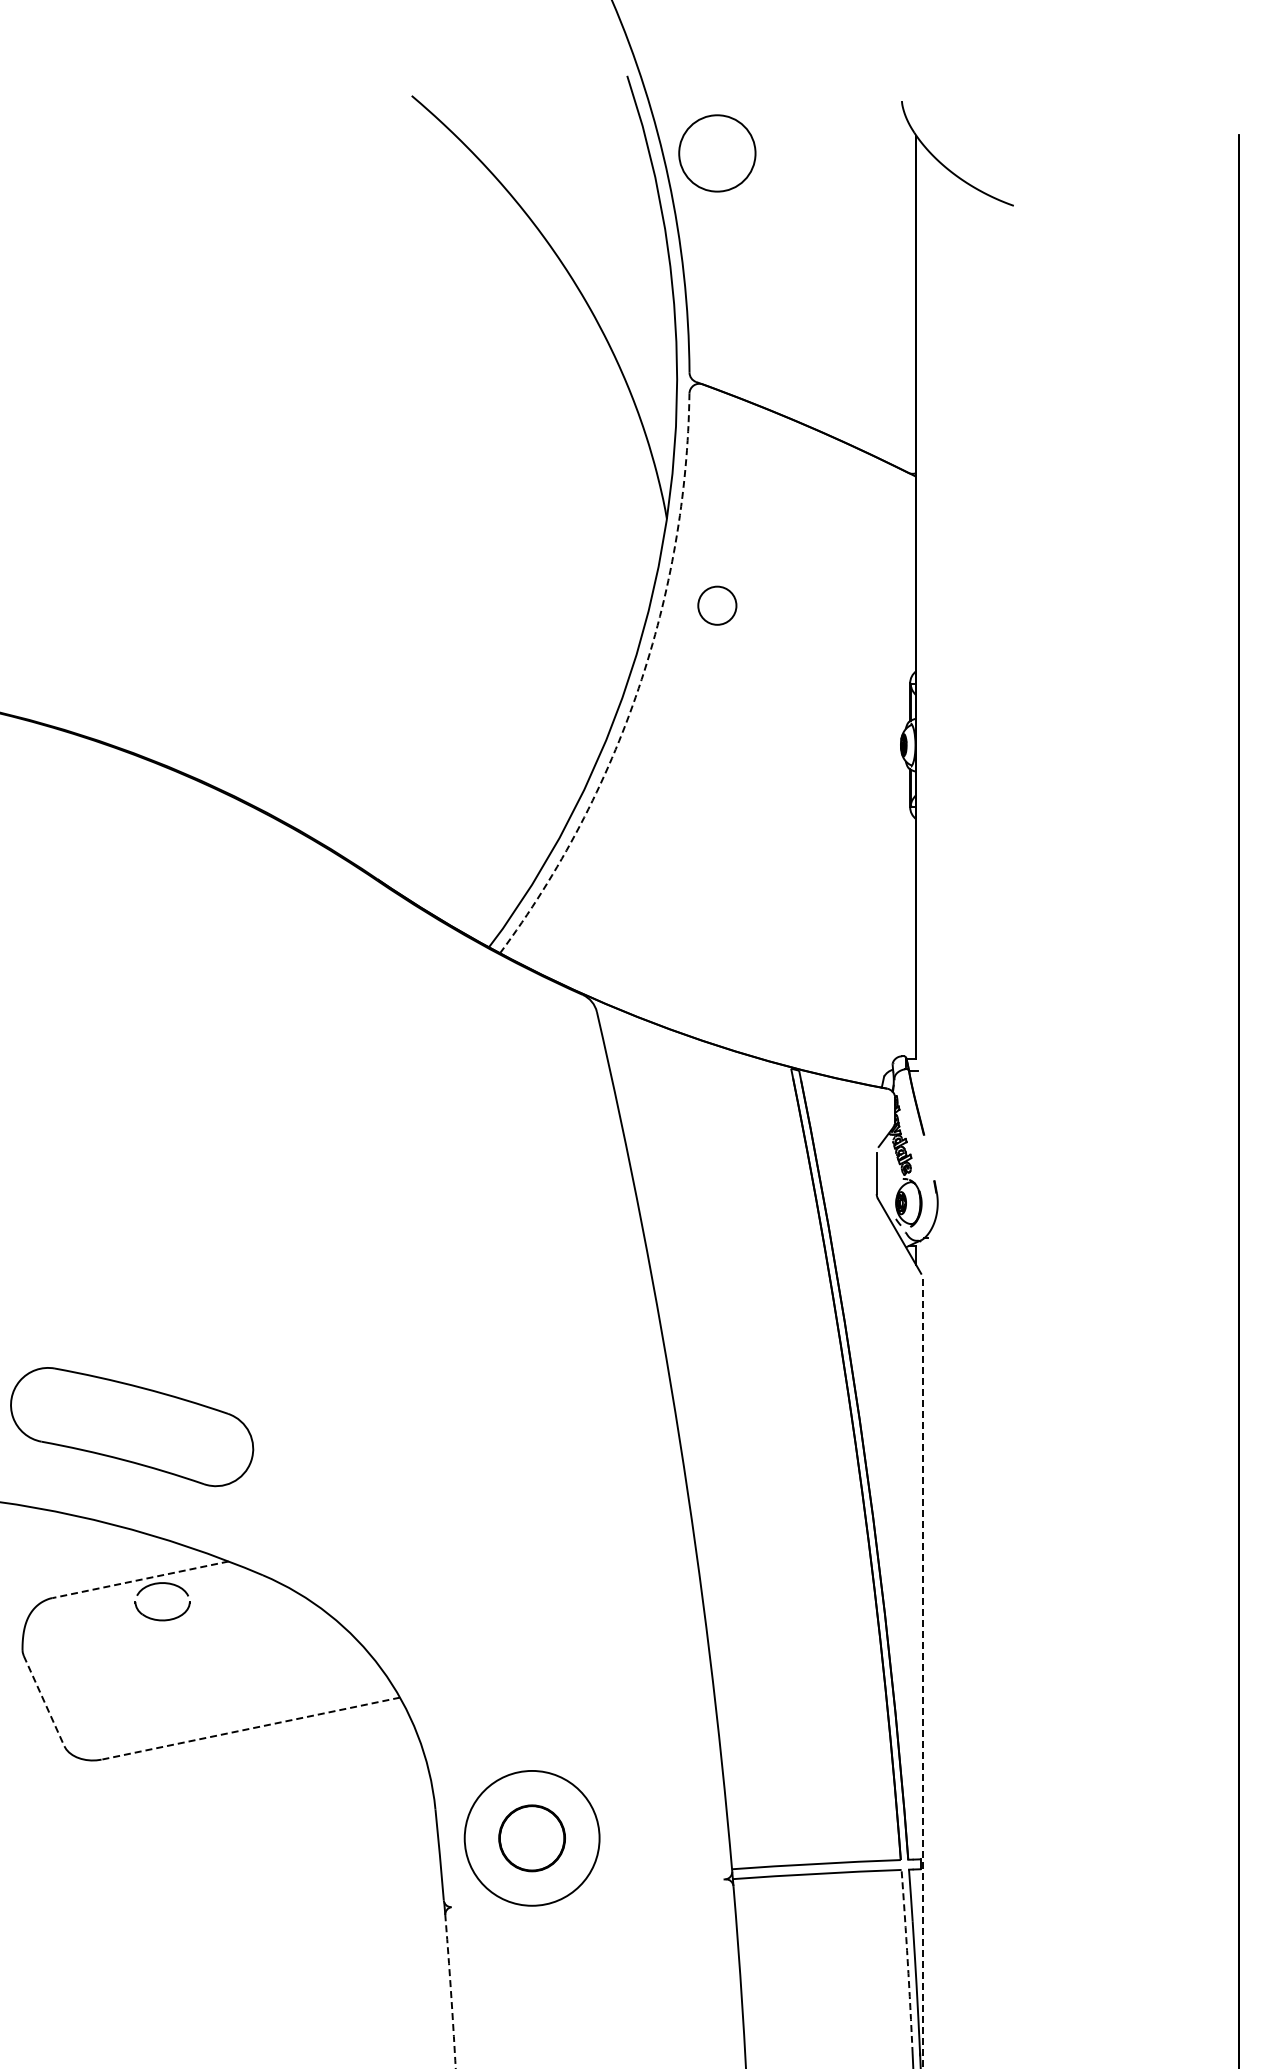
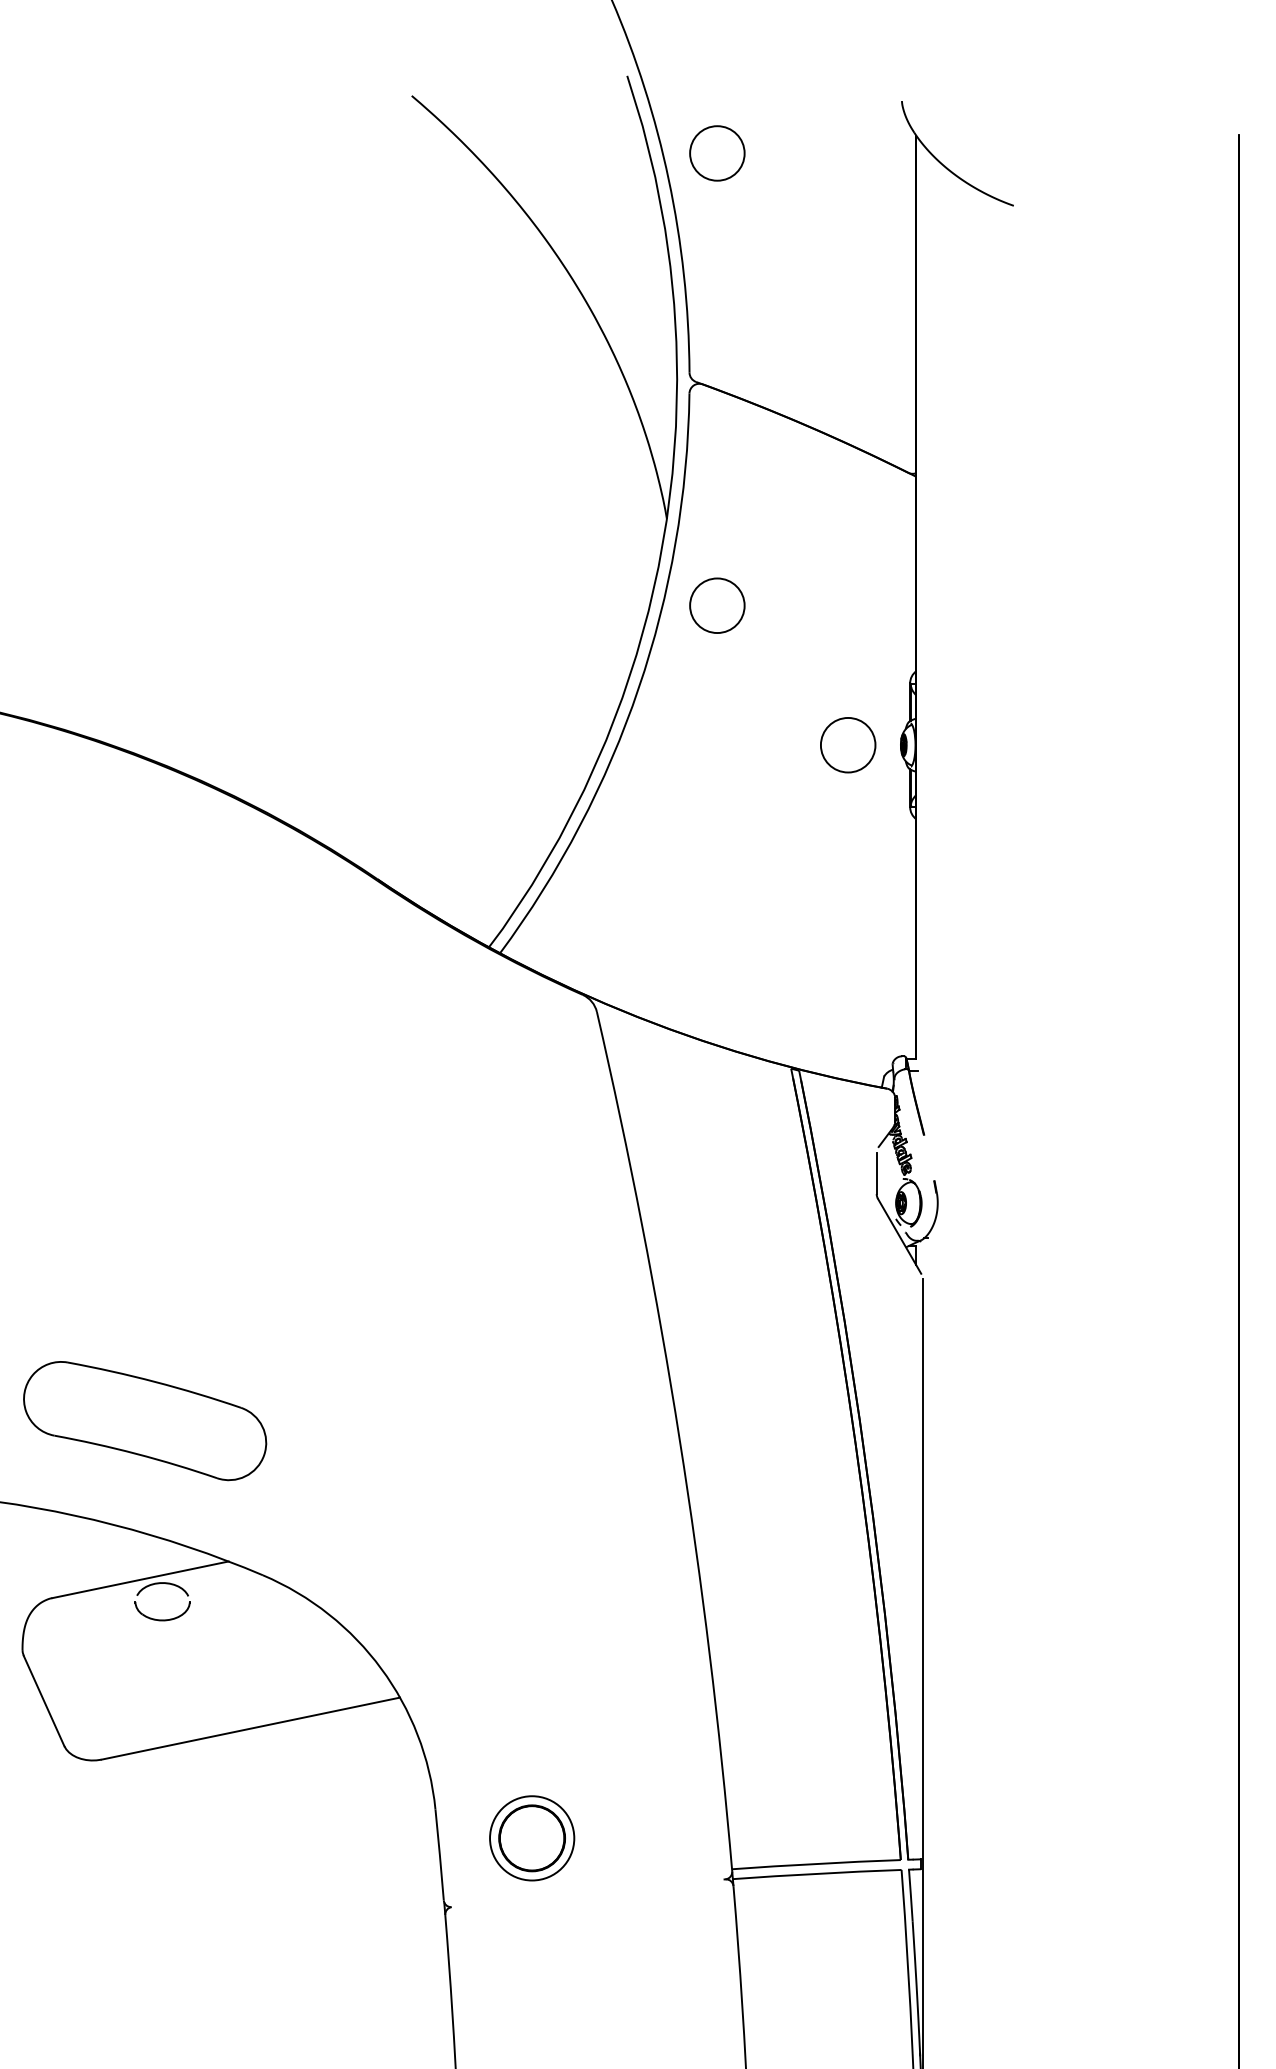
circle at (717, 153) diameter: 76 px -> 55 px
circle at (717, 605) diameter: 38 px -> 55 px
arc at (638, 688): dashed -> solid
circle at (848, 745): none -> present
part at (132, 1427) position: (132, 1427) -> (145, 1421)
line at (140, 1579): dashed -> solid
line at (922, 1673): dashed -> solid
line at (44, 1701): dashed -> solid
line at (250, 1728): dashed -> solid
circle at (531, 1837) diameter: 135 px -> 84 px
arc at (907, 1961): dashed -> solid
arc at (450, 1992): dashed -> solid
